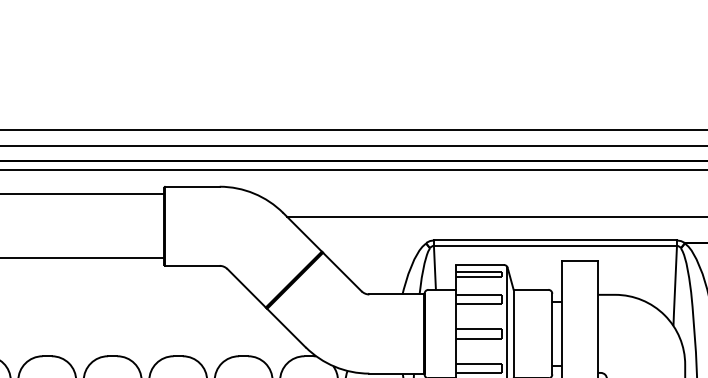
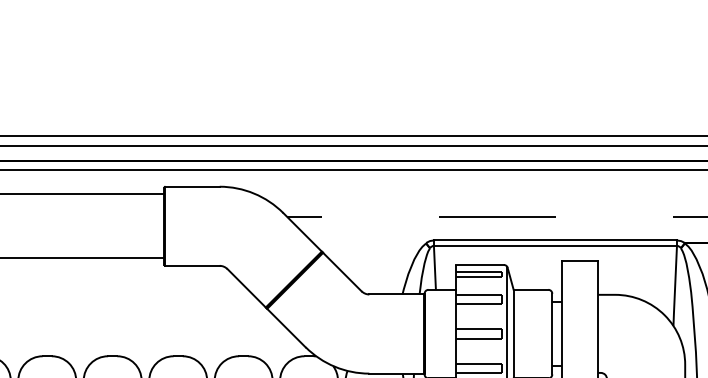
line at (353, 130) position: (353, 130) -> (353, 136)
line at (497, 216): solid -> dashed
